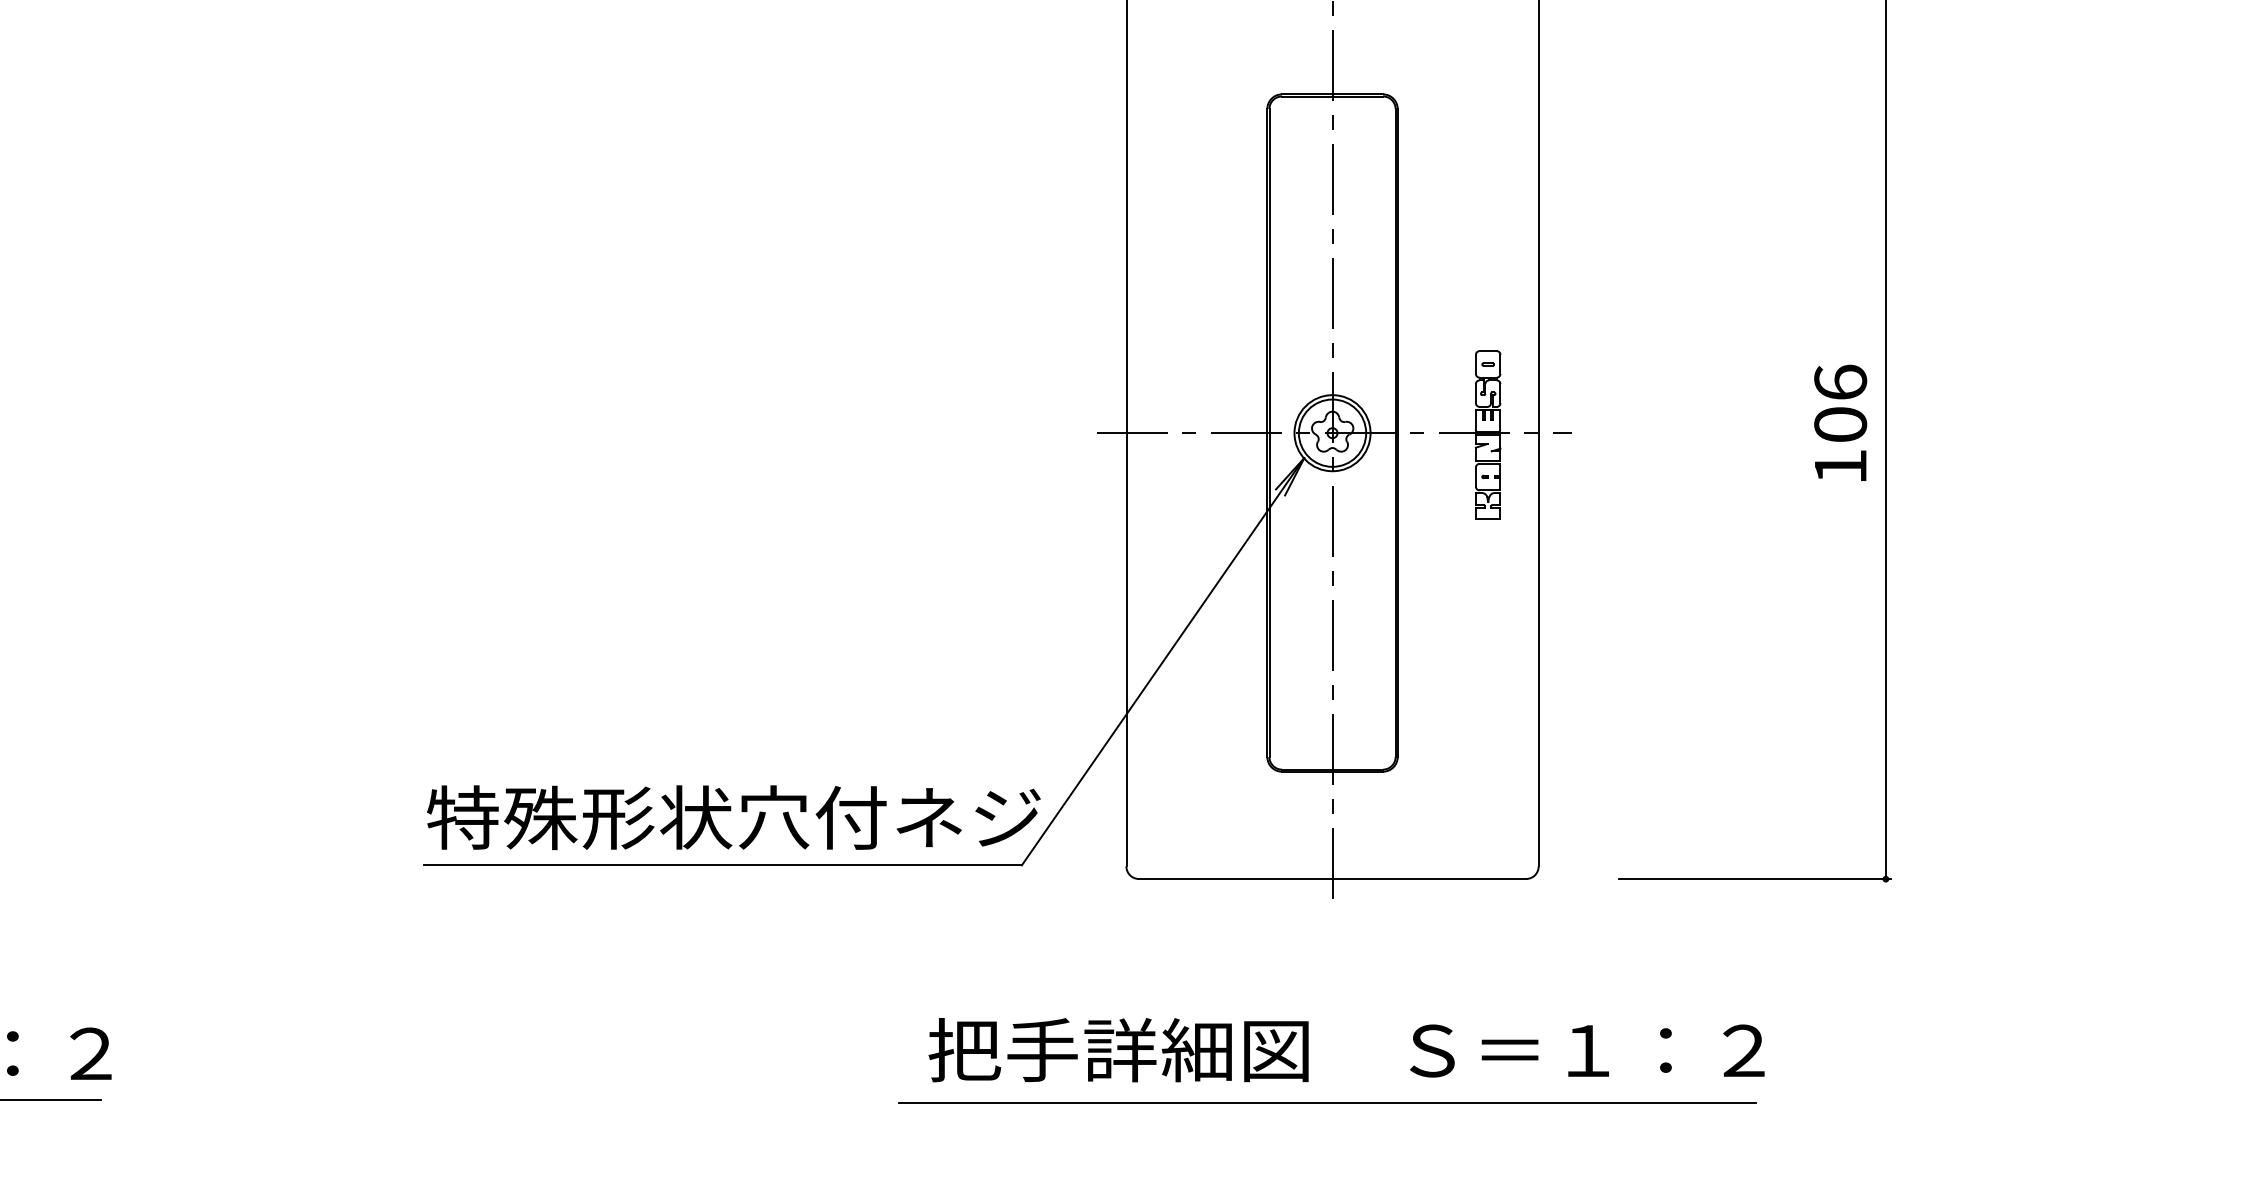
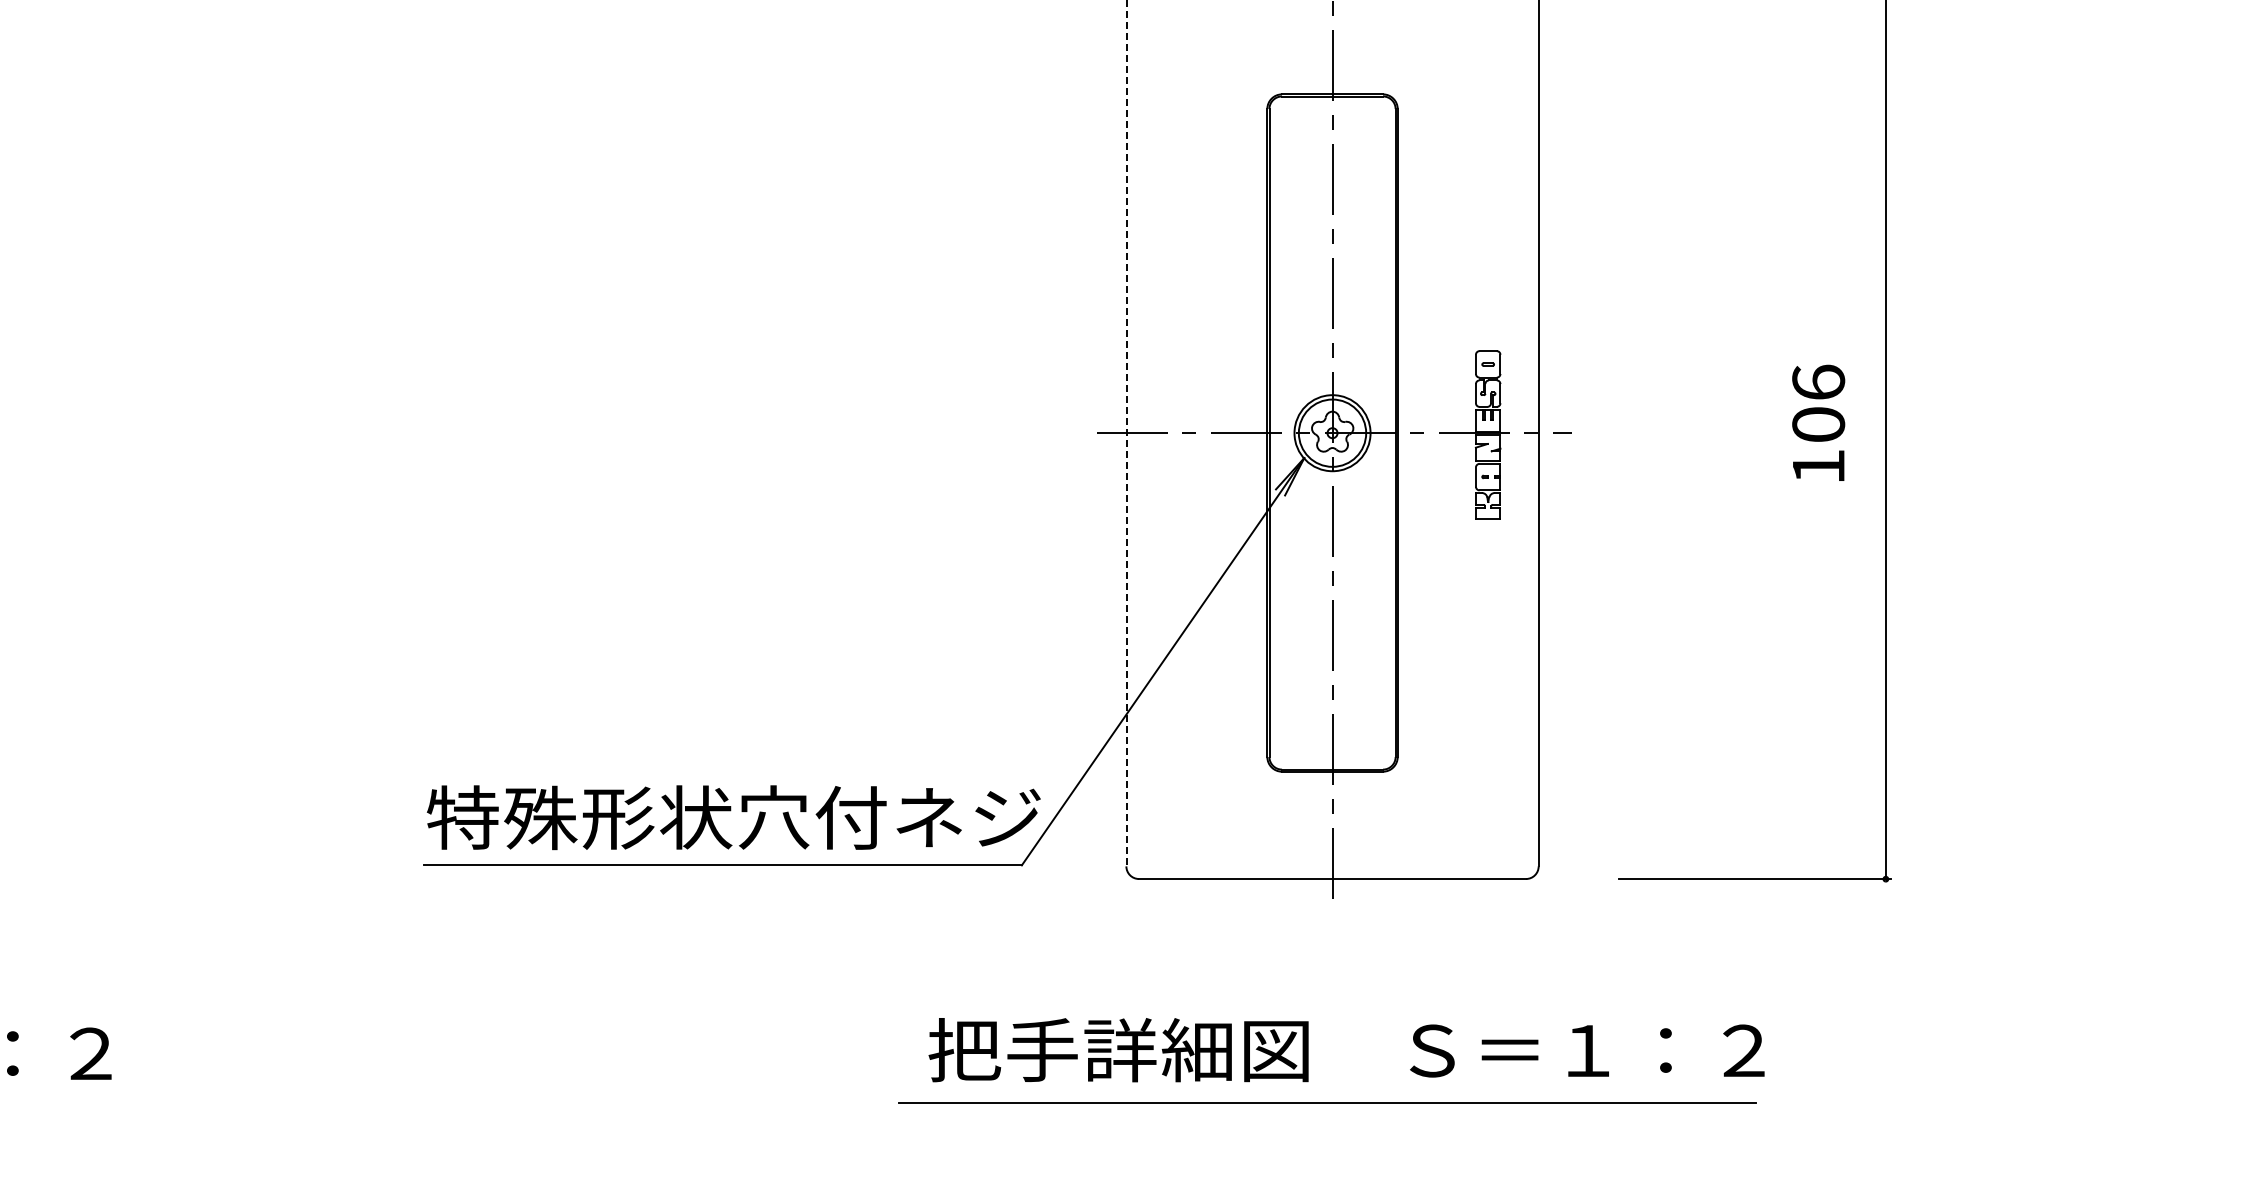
text at (1840, 422) position: (1840, 422) -> (1818, 422)
line at (1126, 433): solid -> dashed
line at (51, 1100): present -> none
